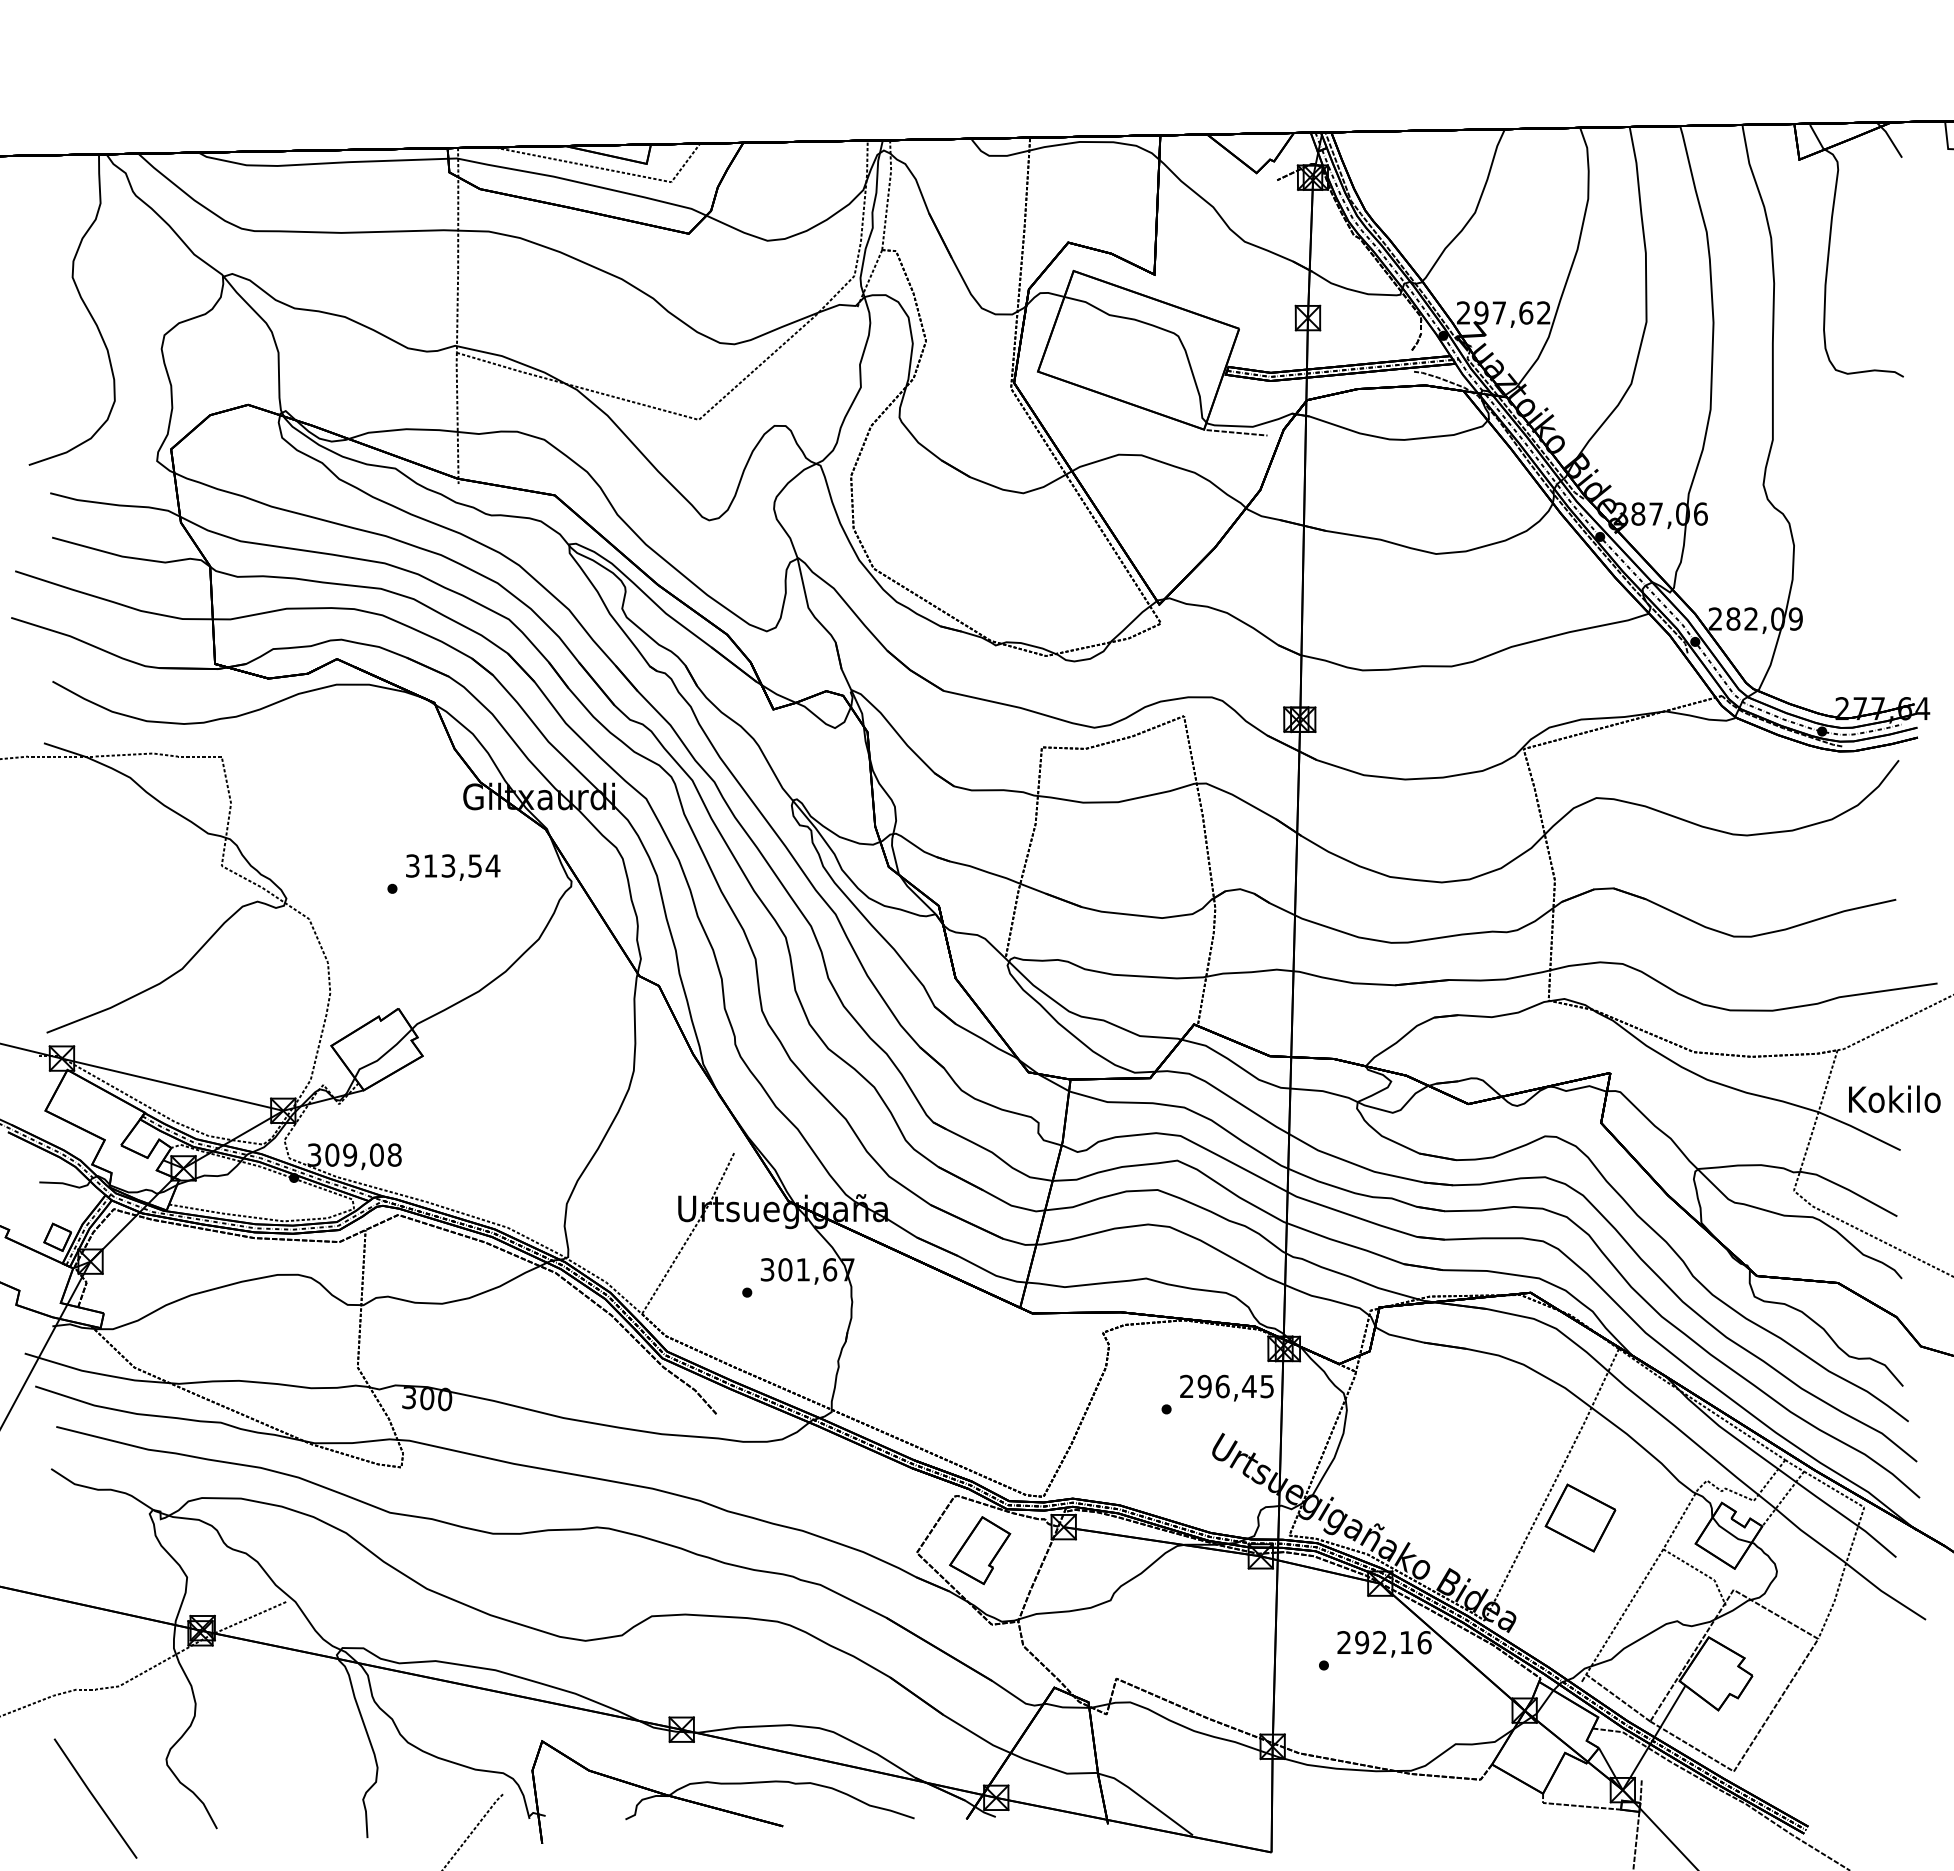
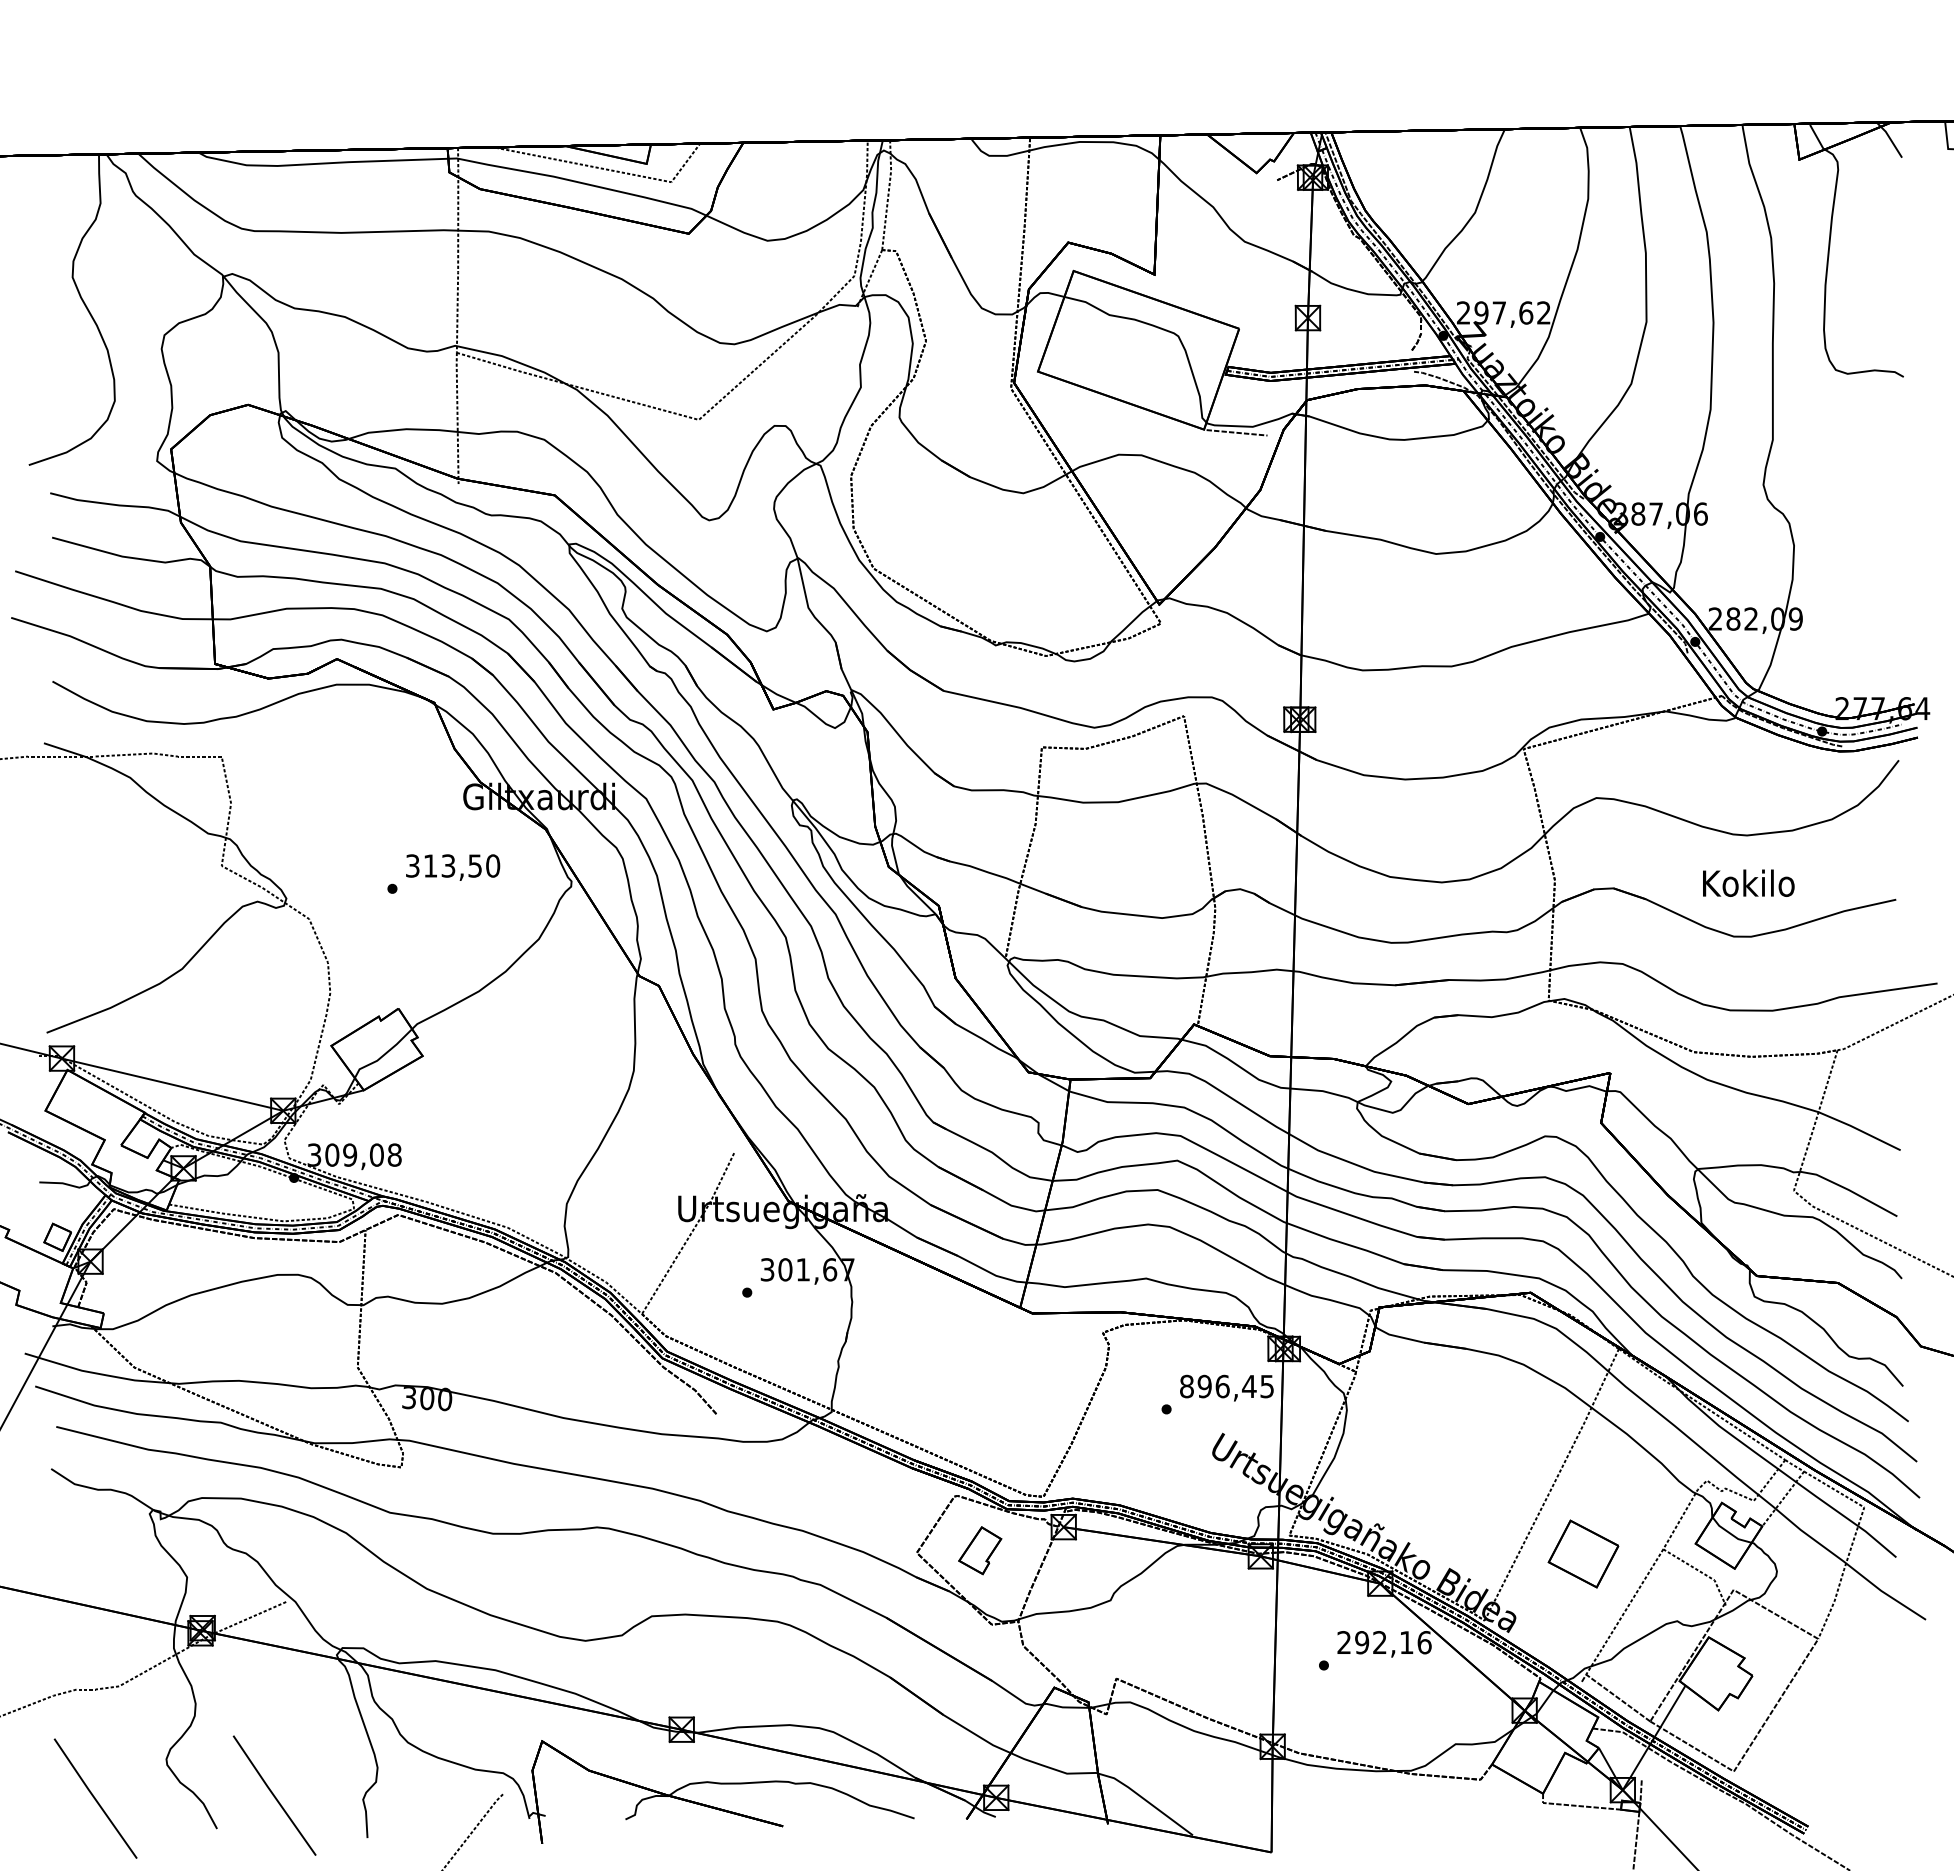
text at (492, 865): 313,54 -> 313,50
text at (1894, 1098) position: (1894, 1098) -> (1748, 882)
text at (1186, 1386): 296,45 -> 896,45
part at (1580, 1517) position: (1580, 1517) -> (1583, 1553)
part at (980, 1550) size: 63x70 px -> 45x50 px
line at (274, 1795): none -> present
